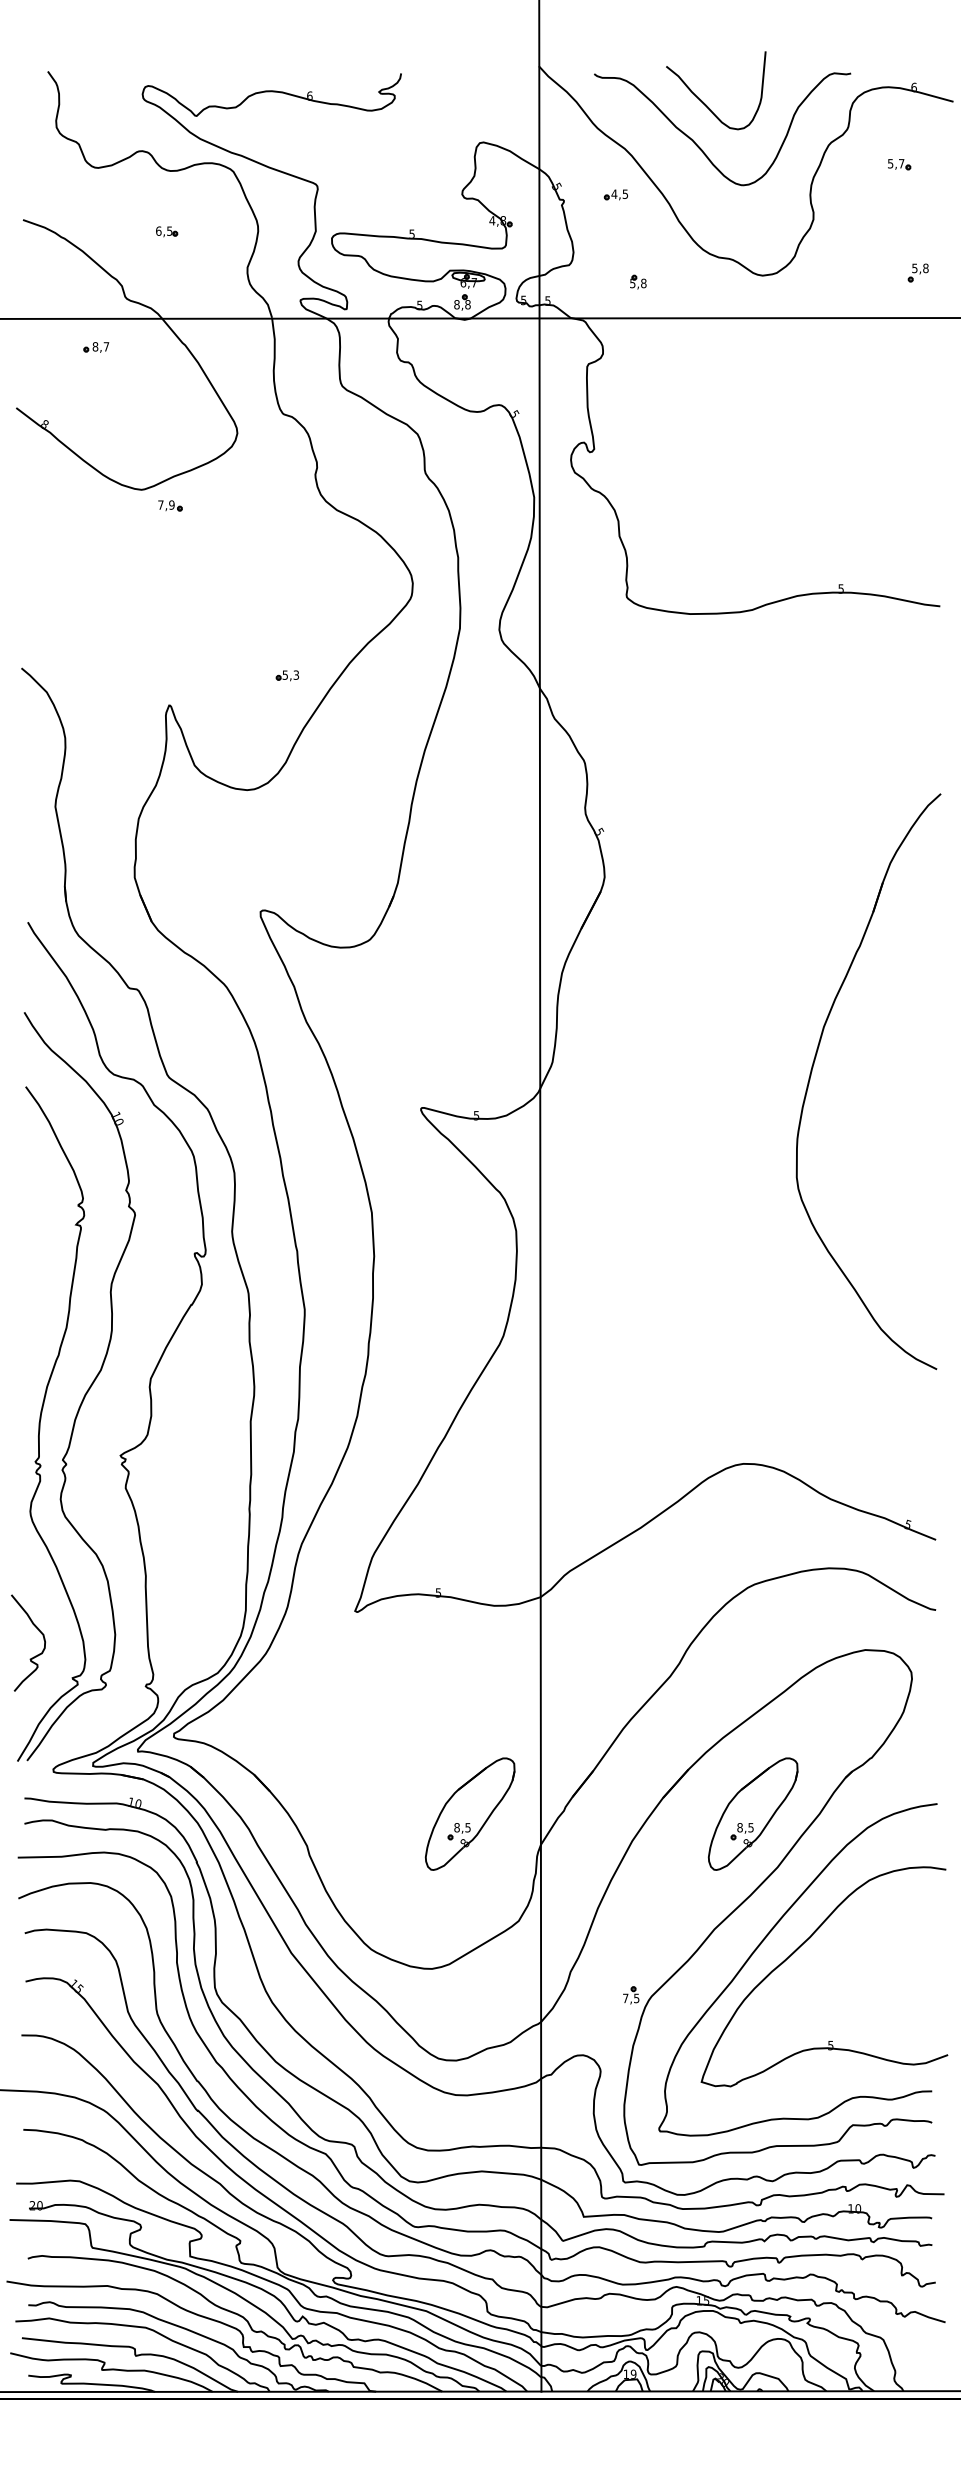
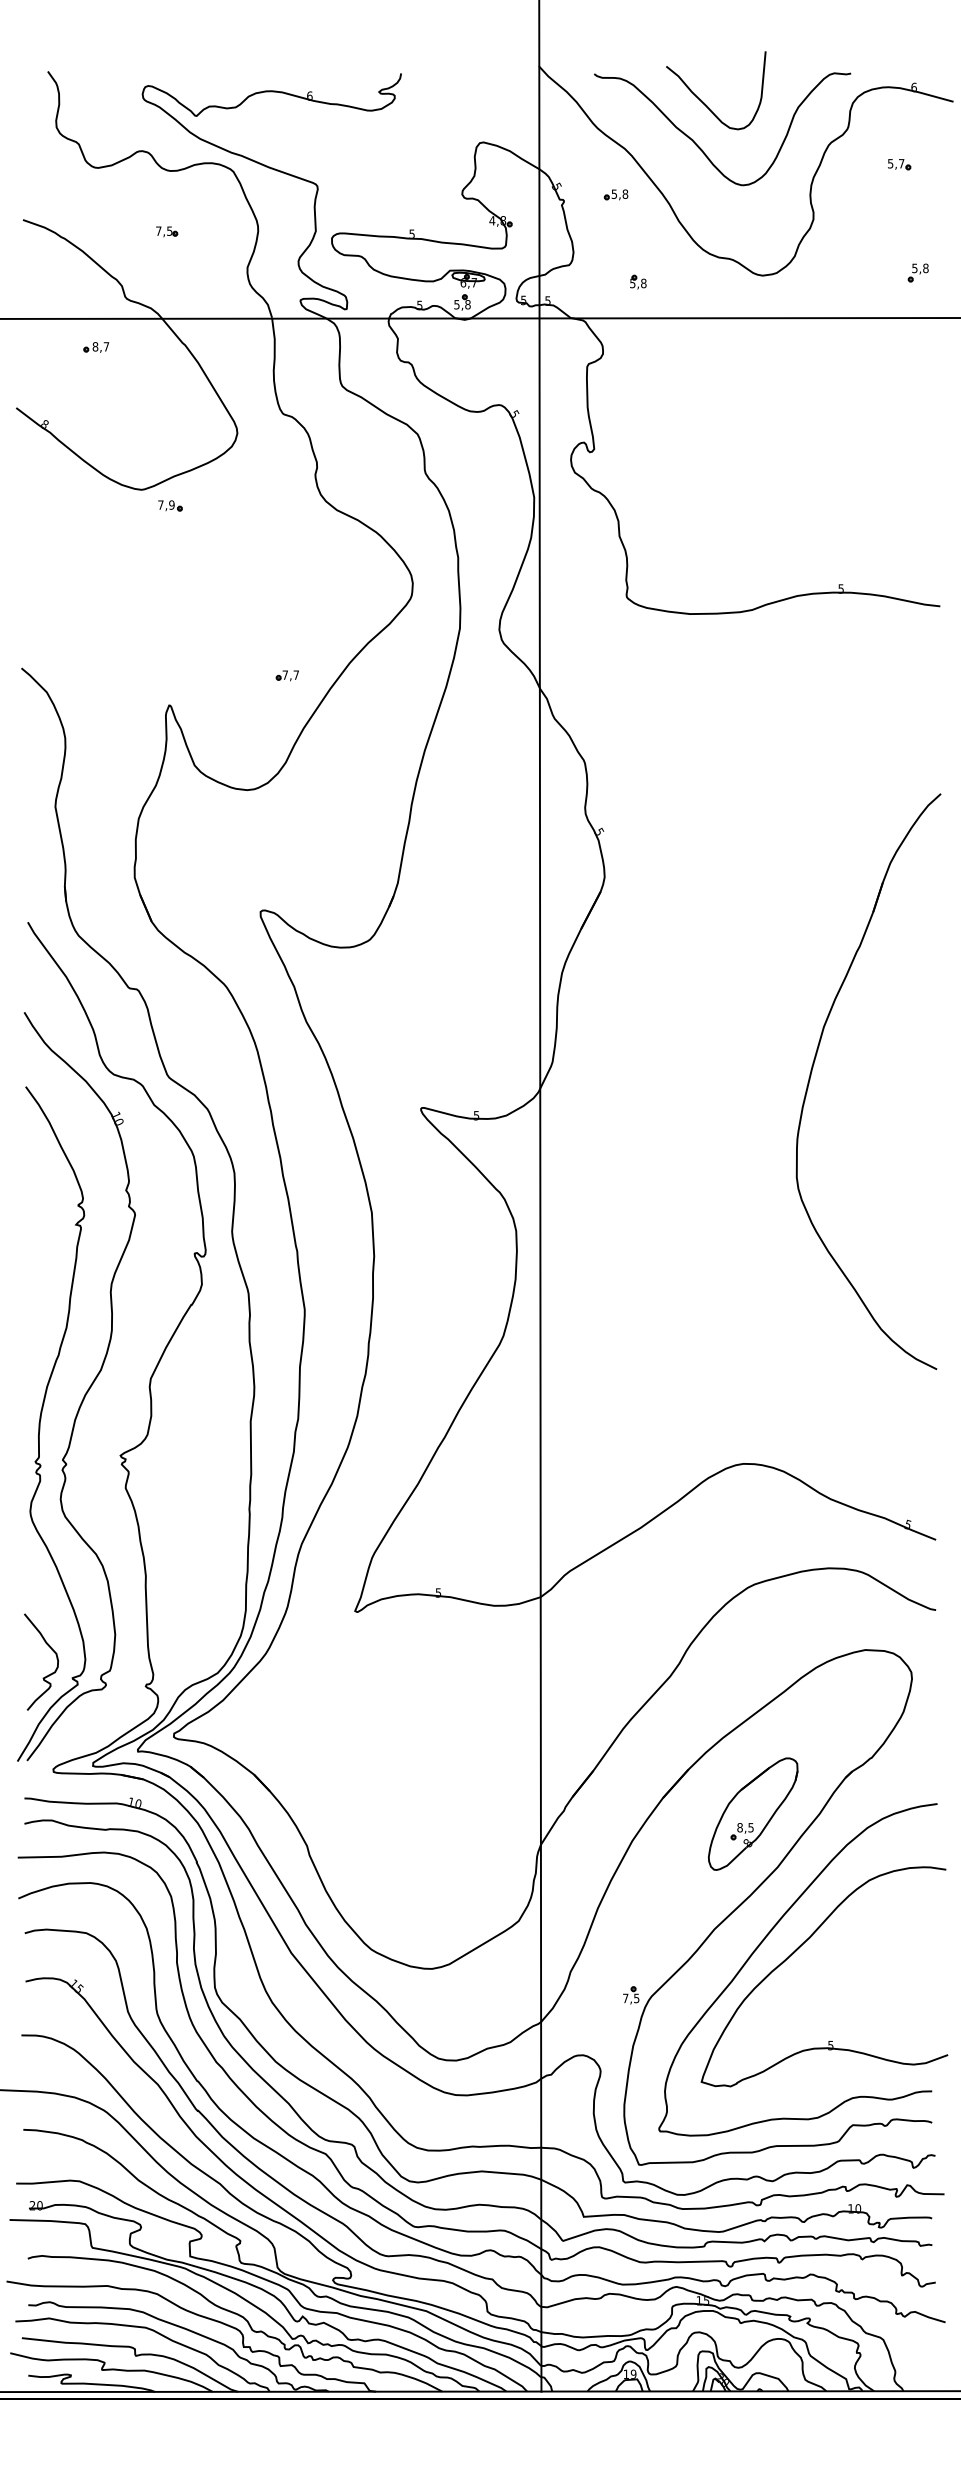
text at (619, 193): 4,5 -> 5,8
text at (158, 230): 6,5 -> 7,5
text at (456, 304): 8,8 -> 5,8
text at (290, 674): 5,3 -> 7,7
curve at (35, 1655) position: (35, 1655) -> (48, 1674)
part at (469, 1813): present -> none
